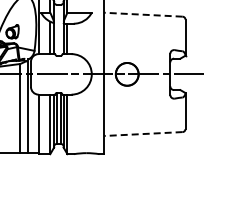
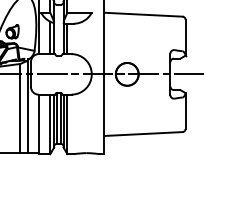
line at (143, 14): dashed -> solid
line at (143, 134): dashed -> solid
